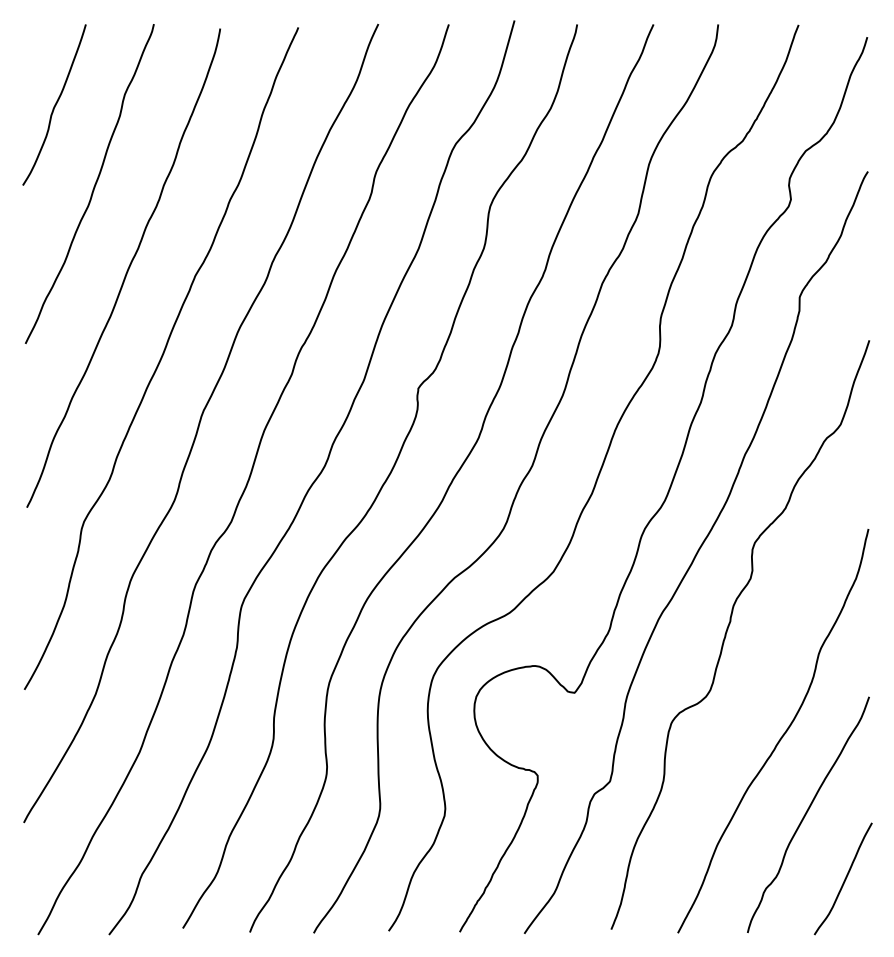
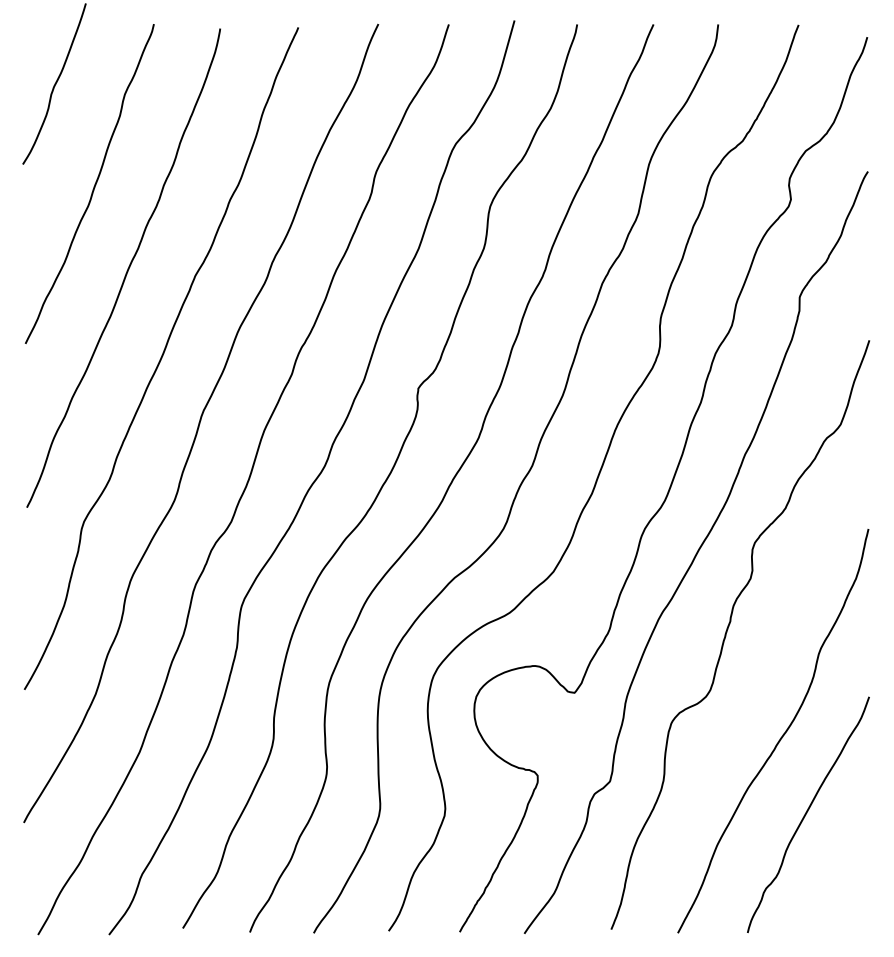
curve at (54, 104) position: (54, 104) -> (54, 83)
curve at (844, 878): present -> none
